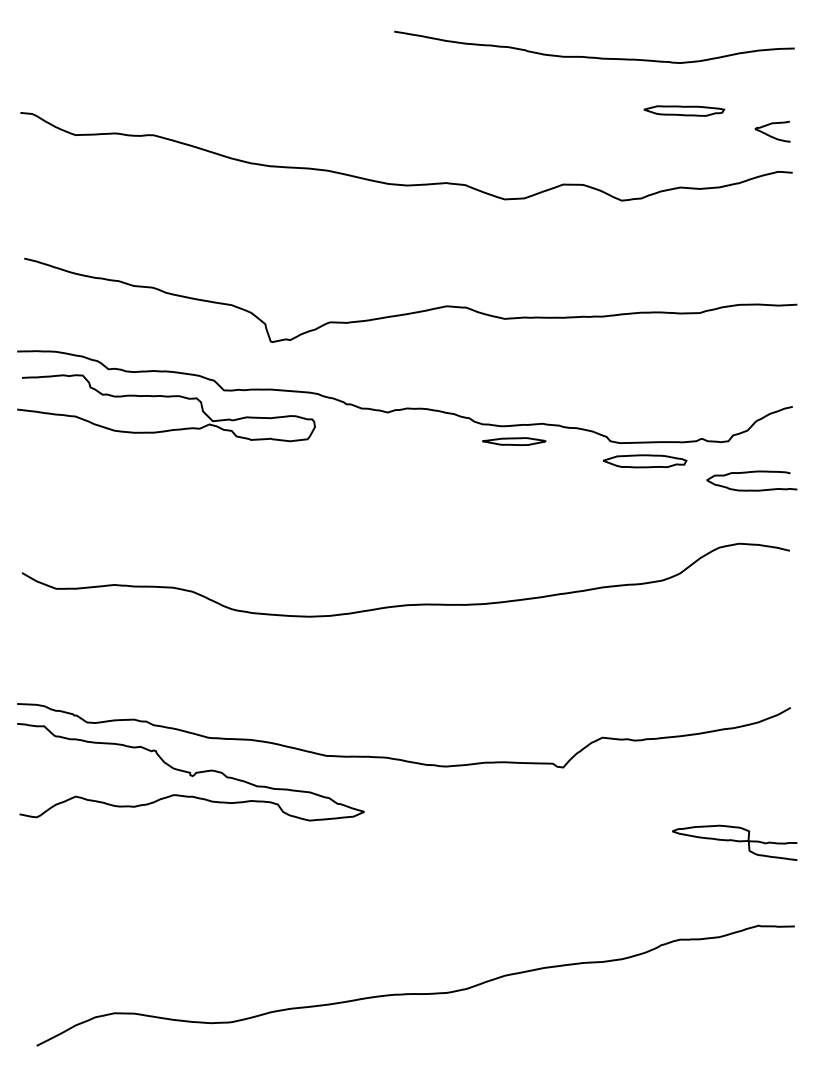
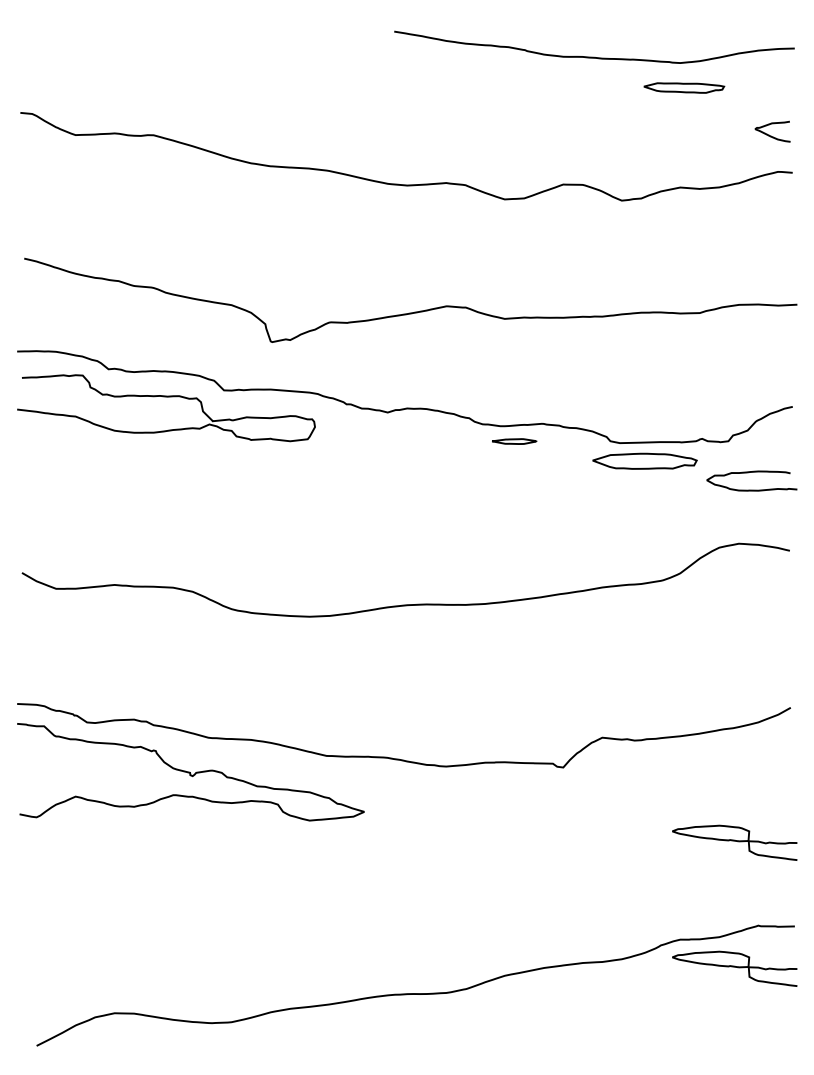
part at (684, 110) position: (684, 110) -> (684, 87)
part at (514, 441) size: 65x9 px -> 46x7 px
part at (644, 461) size: 86x15 px -> 106x18 px
part at (734, 968): none -> present
